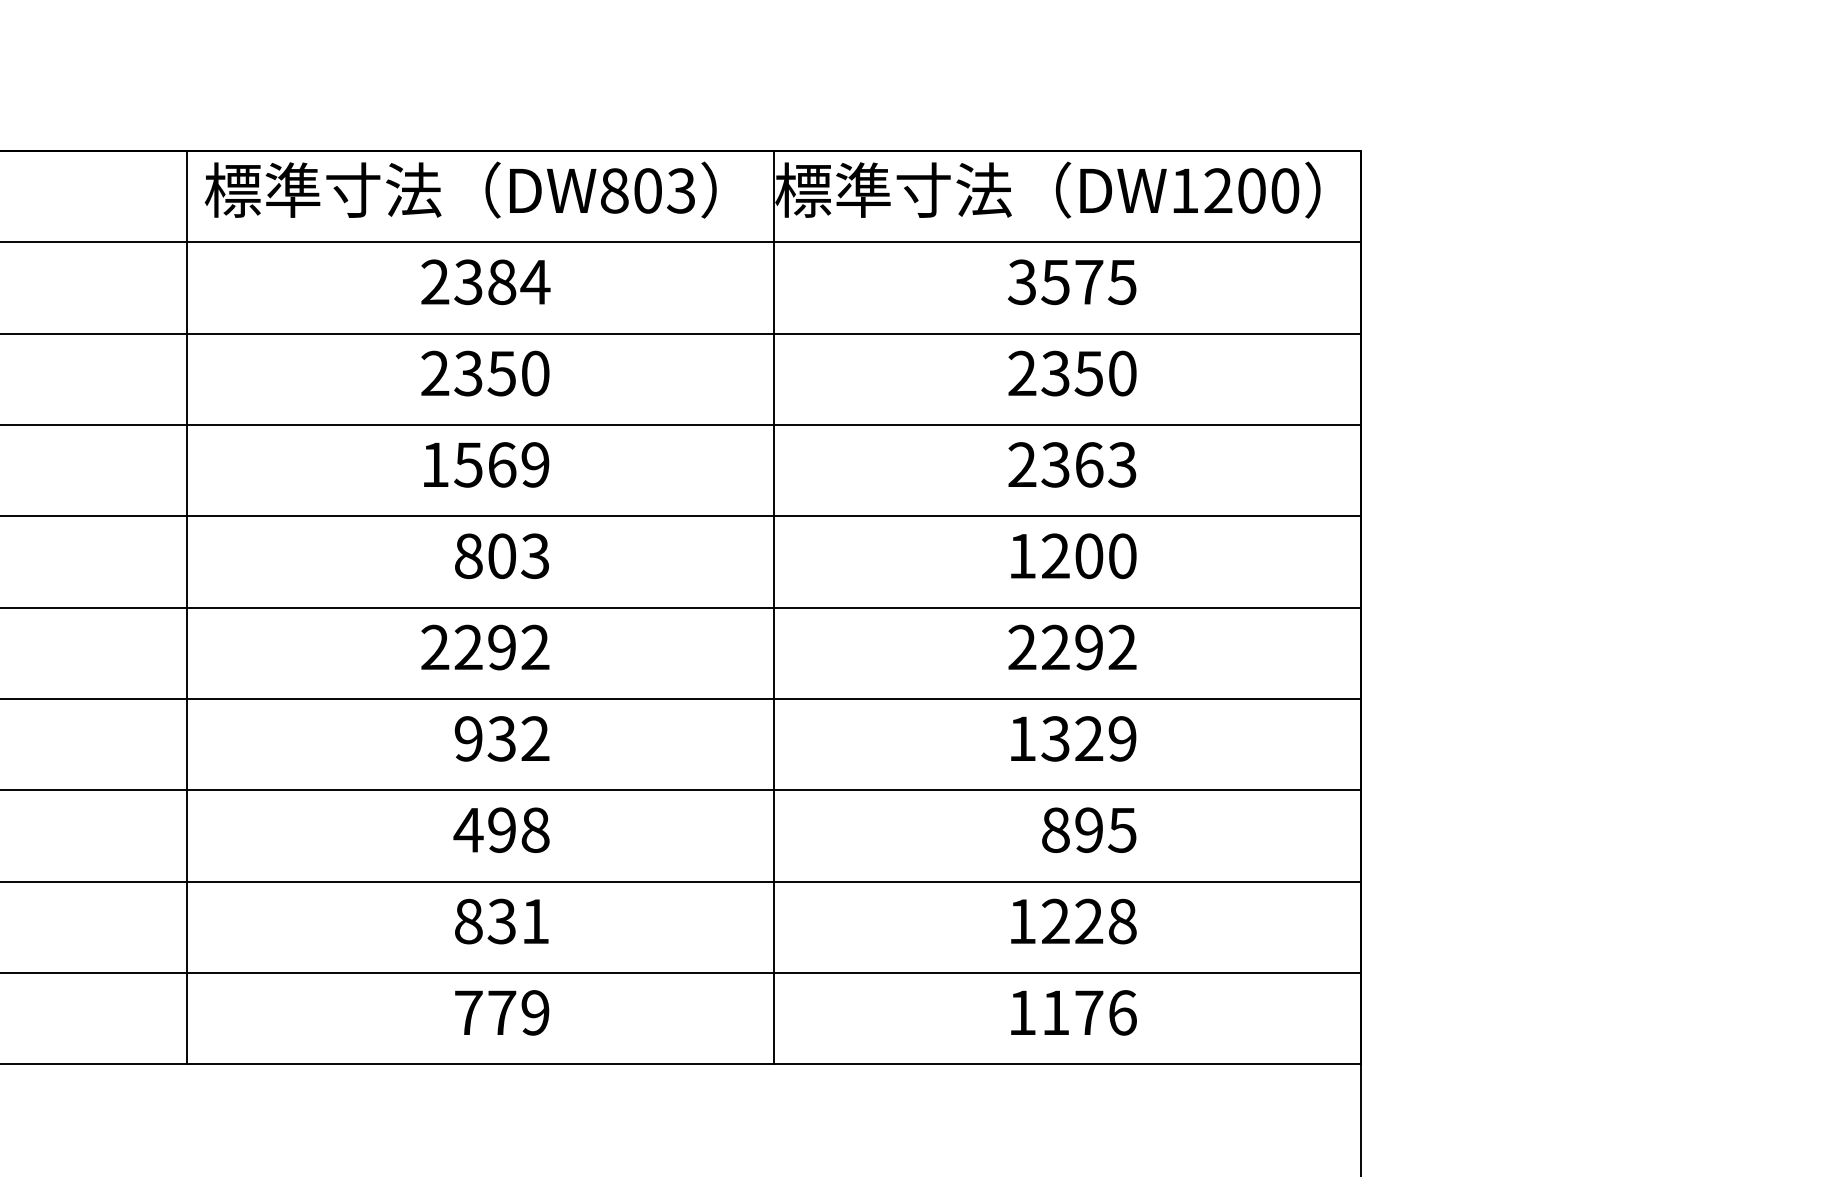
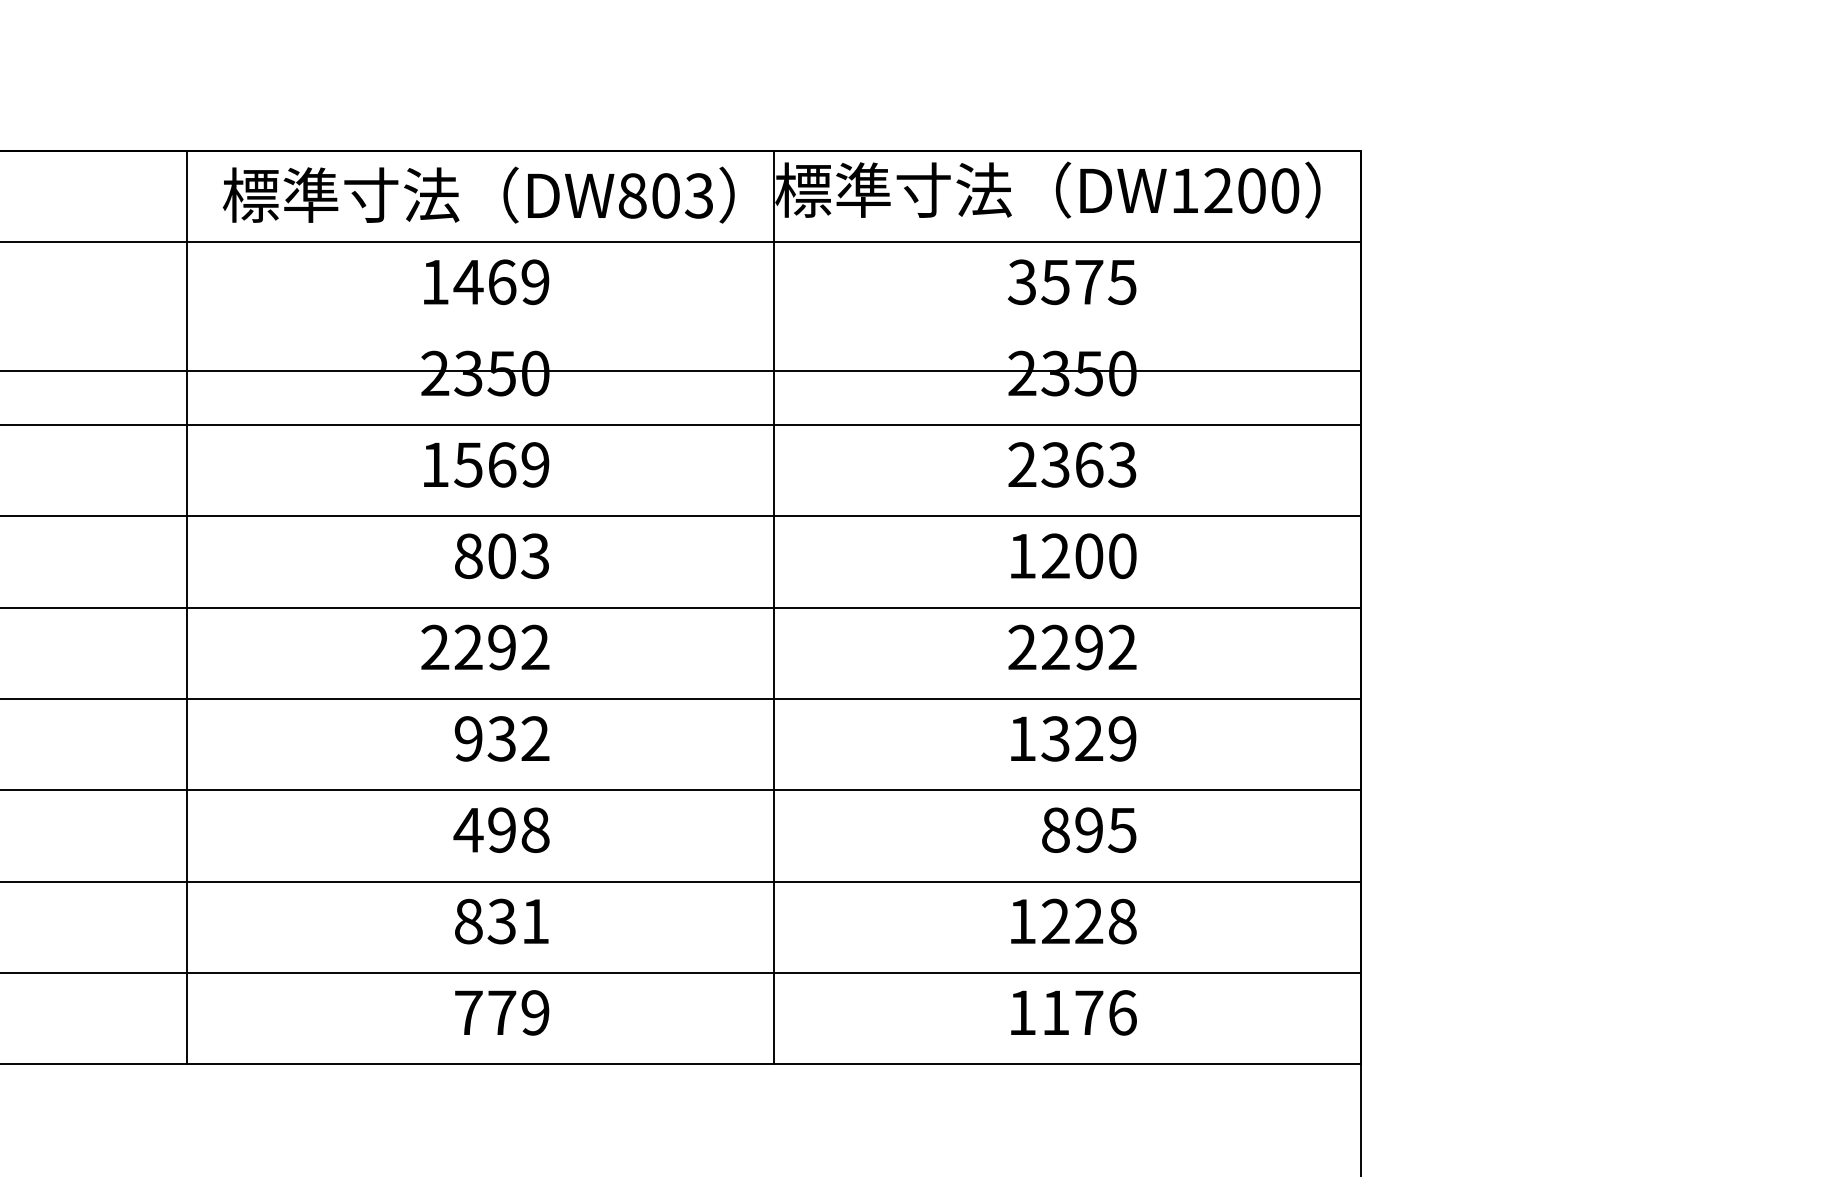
text at (460, 189) position: (460, 189) -> (478, 194)
text at (485, 282): 2384 -> 1469
line at (681, 333) position: (681, 333) -> (681, 370)
